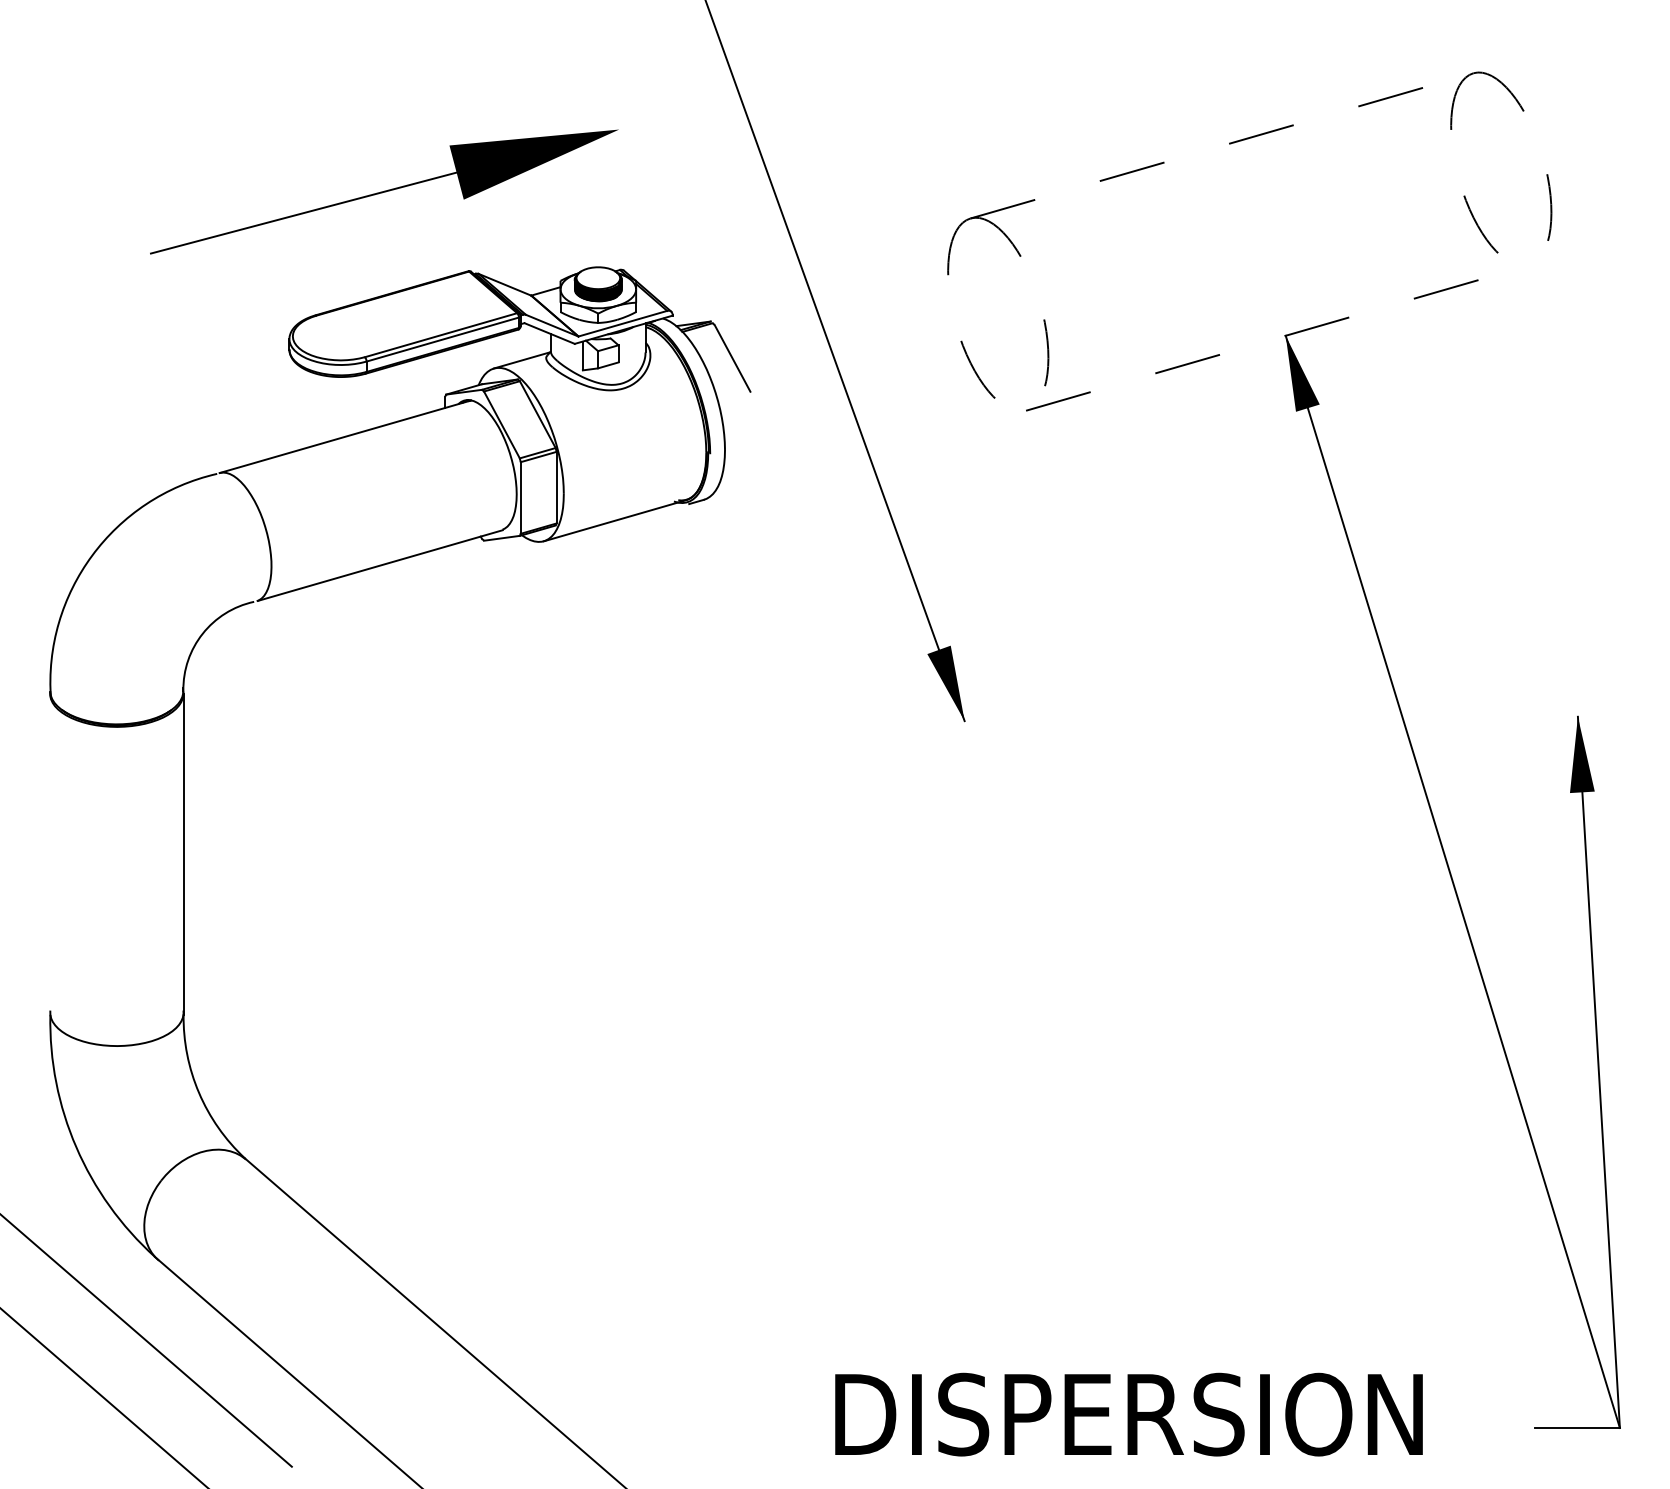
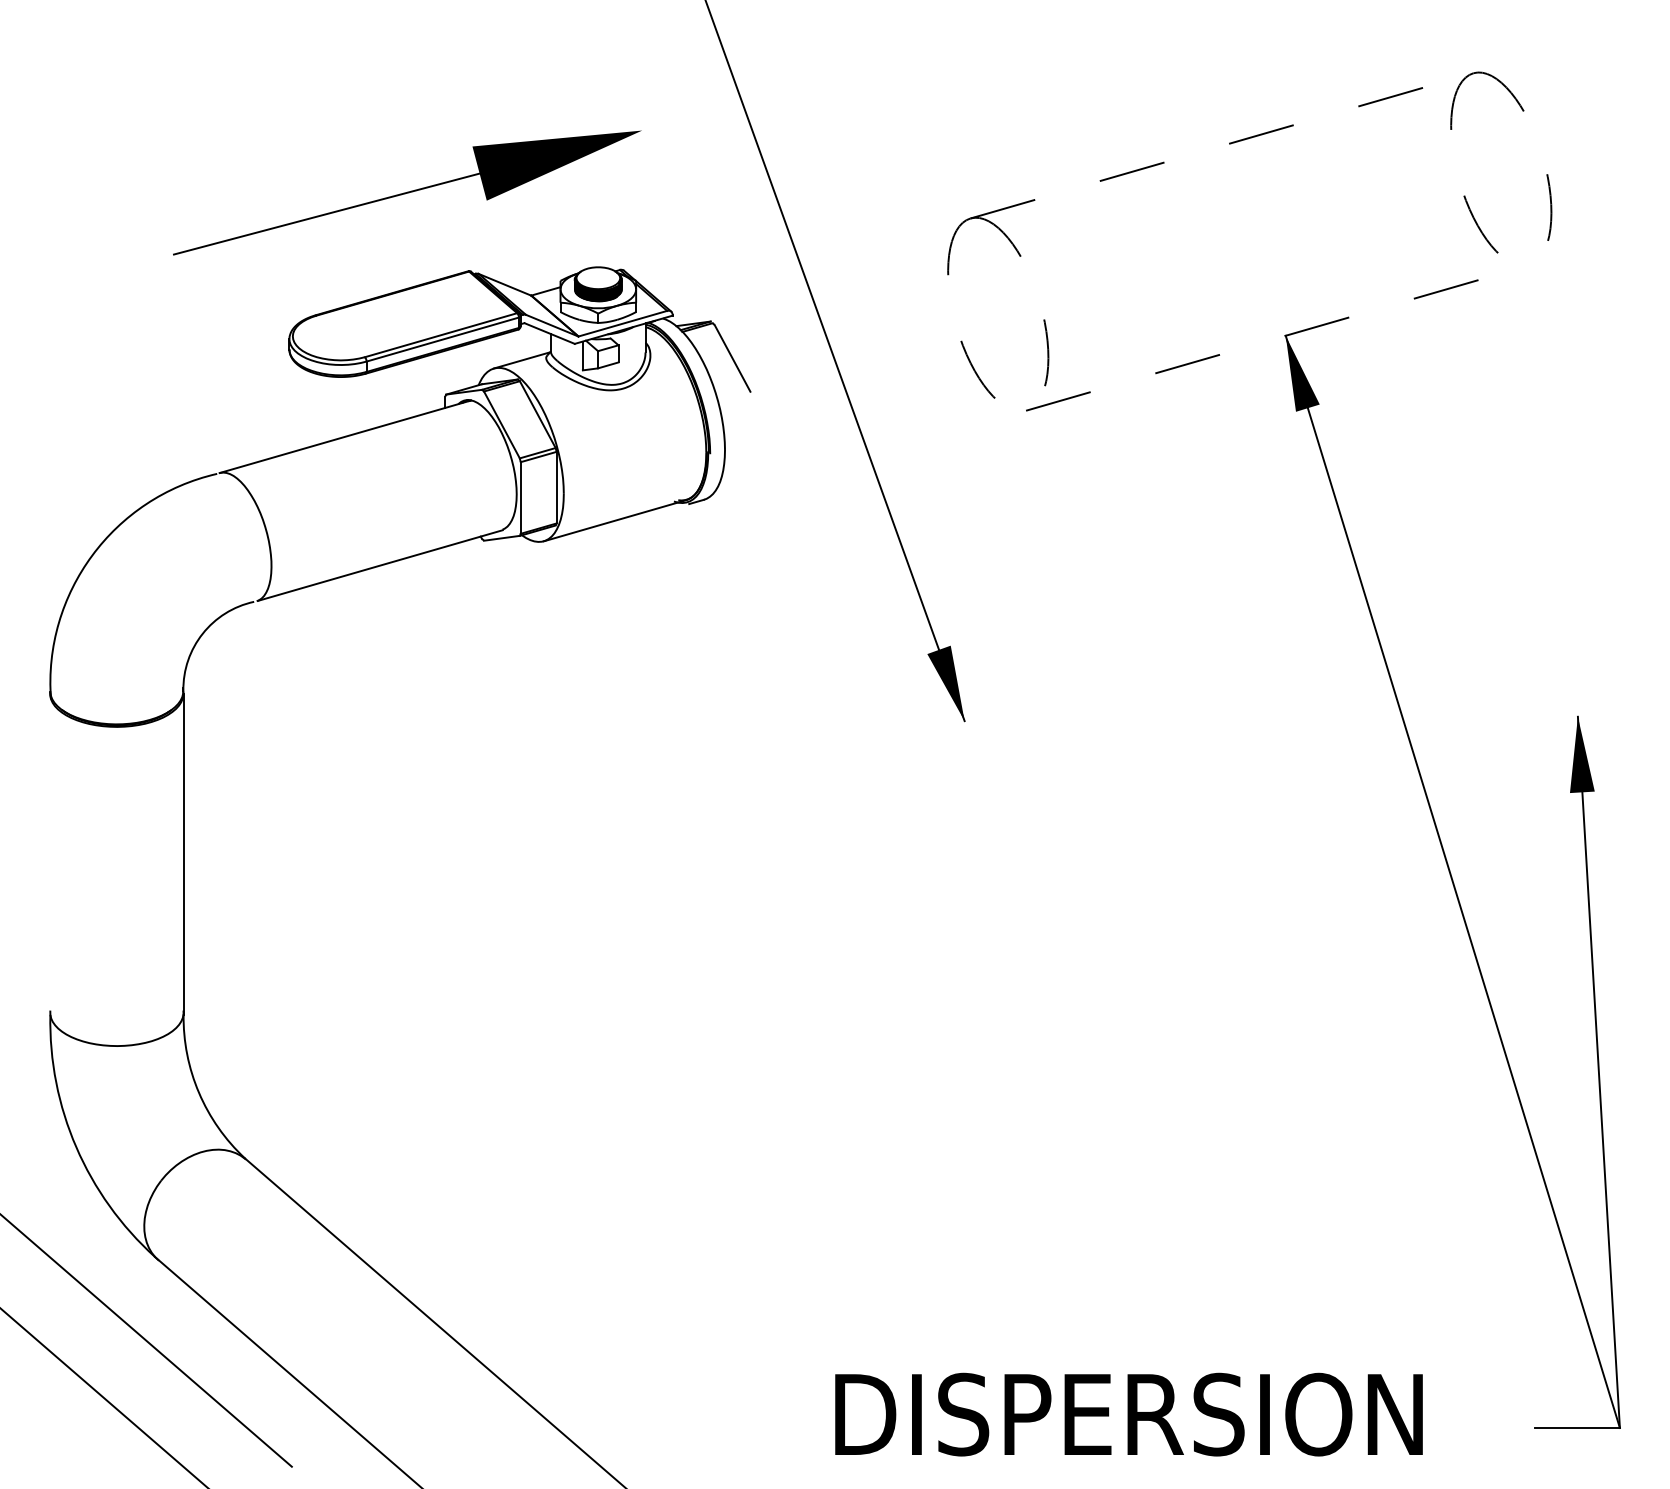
part at (384, 191) position: (384, 191) -> (407, 192)
